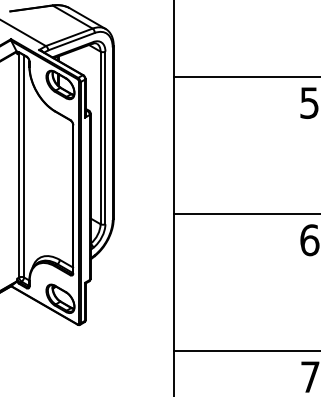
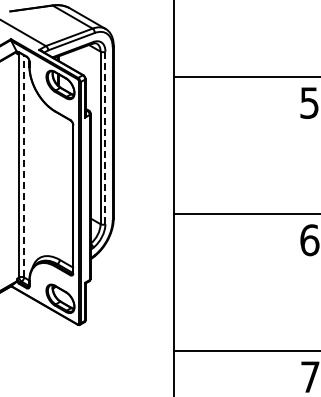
line at (105, 137): solid -> dashed
line at (24, 165): solid -> dashed
